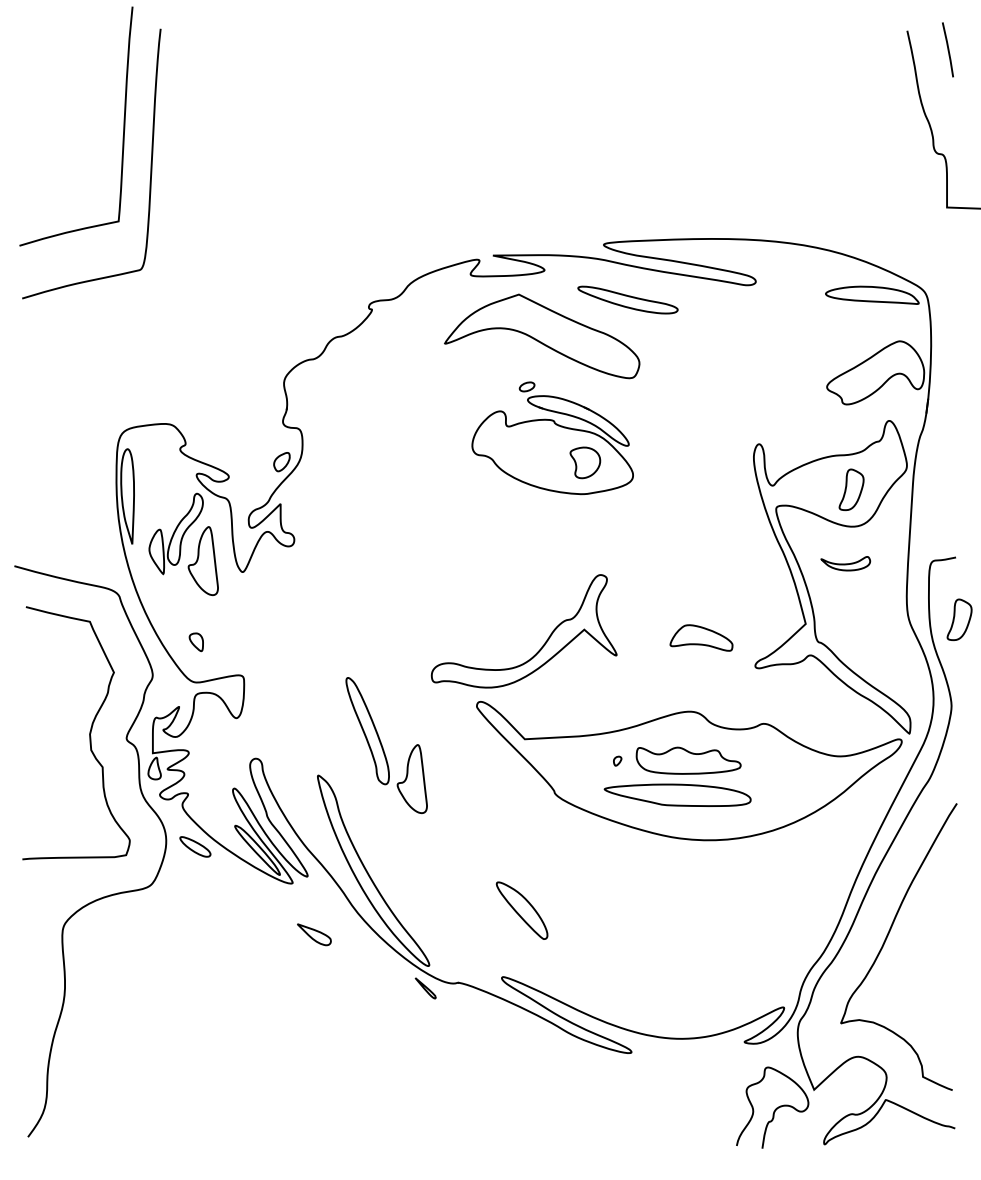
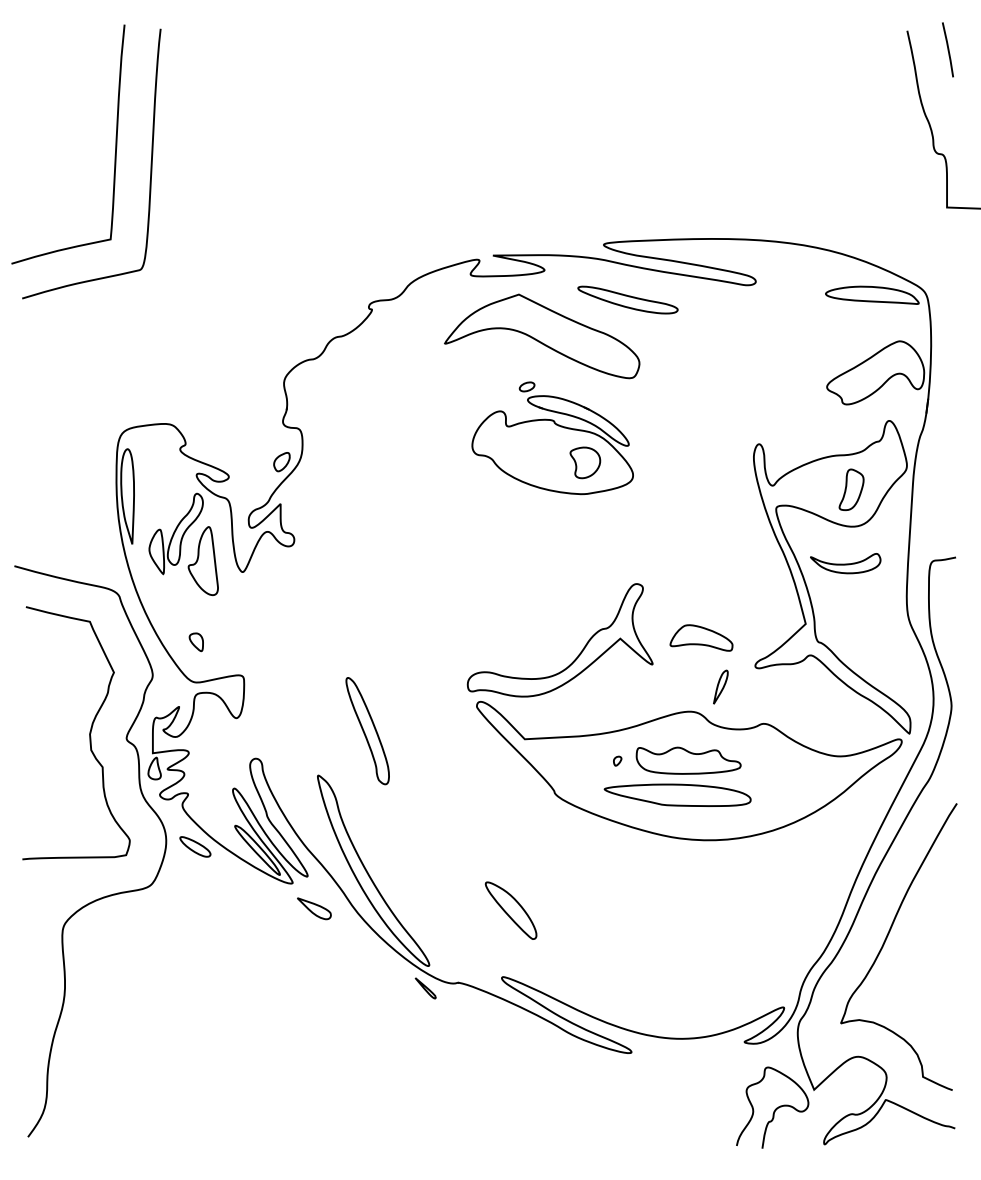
curve at (123, 126) position: (123, 126) -> (115, 144)
part at (845, 563) size: 52x16 px -> 72x22 px
part at (959, 619): present -> none
part at (541, 646) position: (541, 646) -> (577, 655)
part at (720, 686): none -> present
part at (411, 778): present -> none
part at (521, 910) position: (521, 910) -> (510, 910)
part at (314, 934) position: (314, 934) -> (314, 908)
